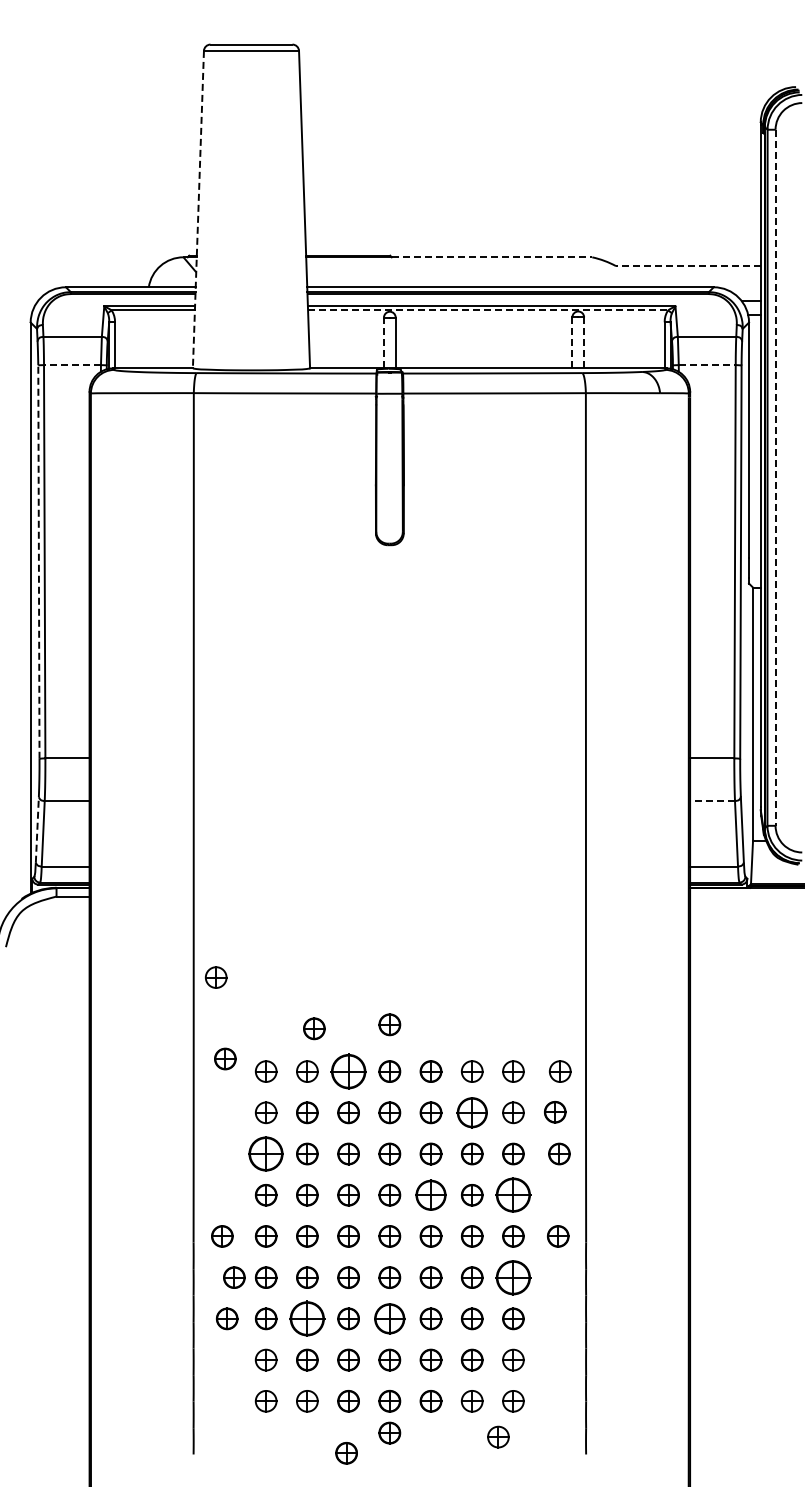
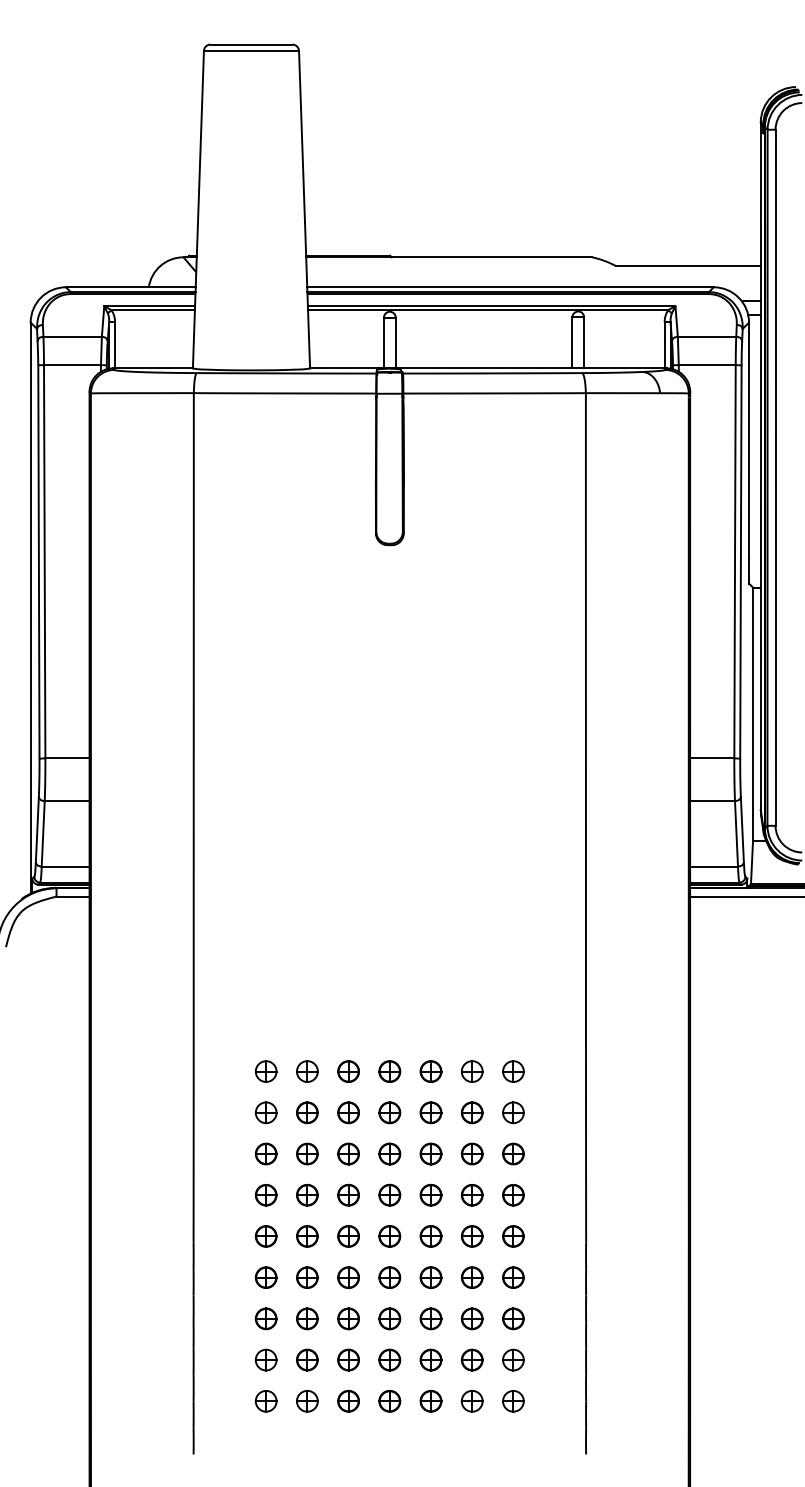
line at (198, 209): dashed -> solid
line at (492, 257): dashed -> solid
line at (687, 266): dashed -> solid
line at (488, 310): dashed -> solid
line at (383, 342): dashed -> solid
line at (572, 342): dashed -> solid
line at (584, 342): dashed -> solid
line at (72, 365): dashed -> solid
line at (707, 365): dashed -> solid
line at (775, 478): dashed -> solid
line at (38, 562): dashed -> solid
line at (712, 801): dashed -> solid
line at (37, 829): dashed -> solid
line at (745, 896): none -> present
part at (215, 977): present -> none
part at (389, 1024): present -> none
part at (314, 1028): present -> none
part at (225, 1058): present -> none
part at (348, 1071) size: 37x37 px -> 23x23 px
part at (559, 1071): present -> none
part at (471, 1112) size: 32x32 px -> 24x24 px
part at (555, 1112): present -> none
part at (265, 1153) size: 36x36 px -> 23x24 px
part at (559, 1153): present -> none
part at (430, 1194) size: 32x32 px -> 24x24 px
part at (513, 1194) size: 37x36 px -> 23x23 px
part at (222, 1236): present -> none
part at (558, 1236): present -> none
part at (234, 1277): present -> none
part at (513, 1277) size: 37x36 px -> 23x23 px
part at (226, 1318): present -> none
part at (307, 1318) size: 37x37 px -> 23x24 px
part at (389, 1318) size: 32x32 px -> 24x24 px
part at (389, 1432): present -> none
part at (498, 1436): present -> none
part at (346, 1453): present -> none
